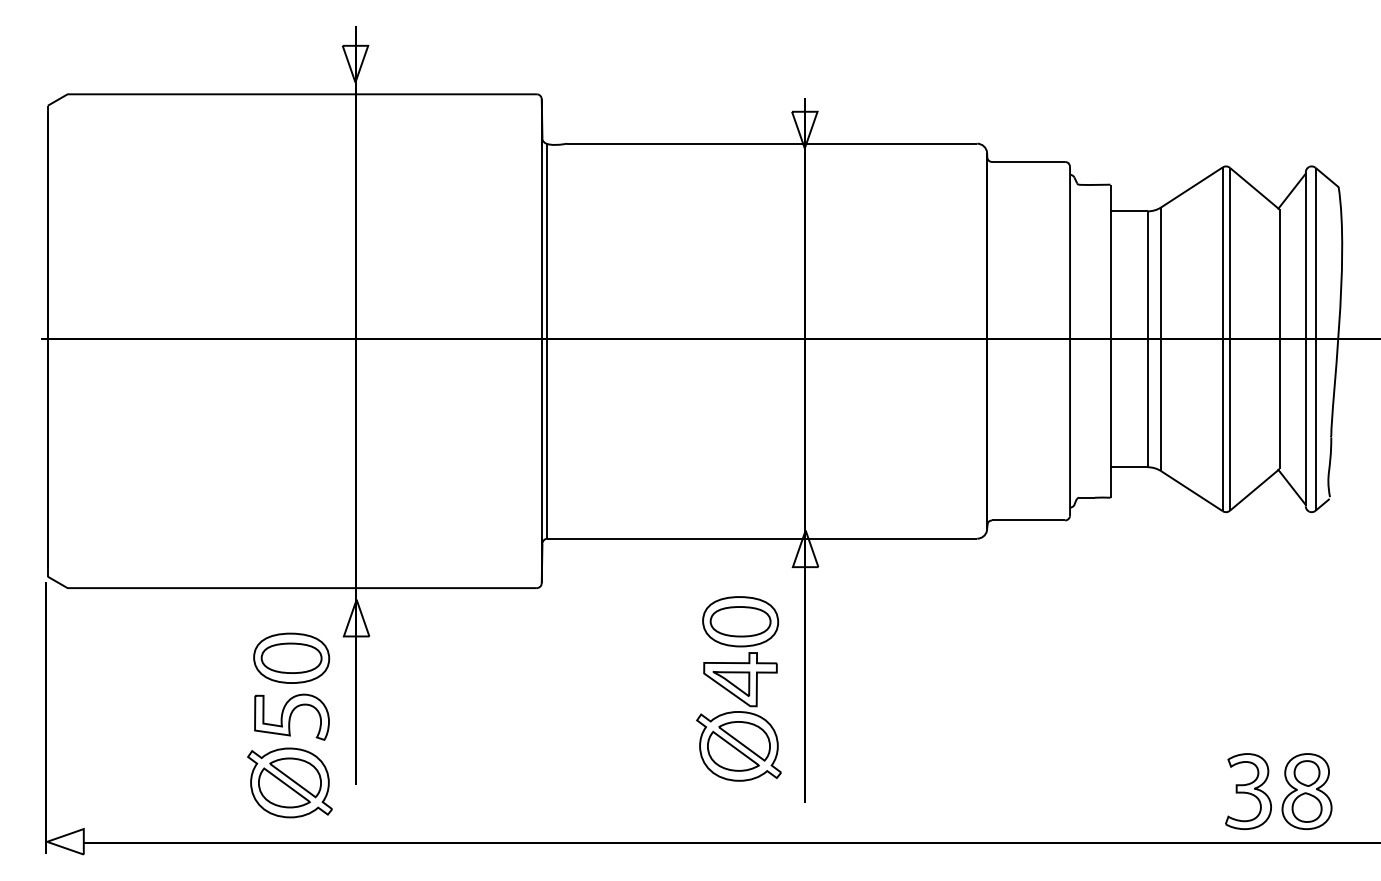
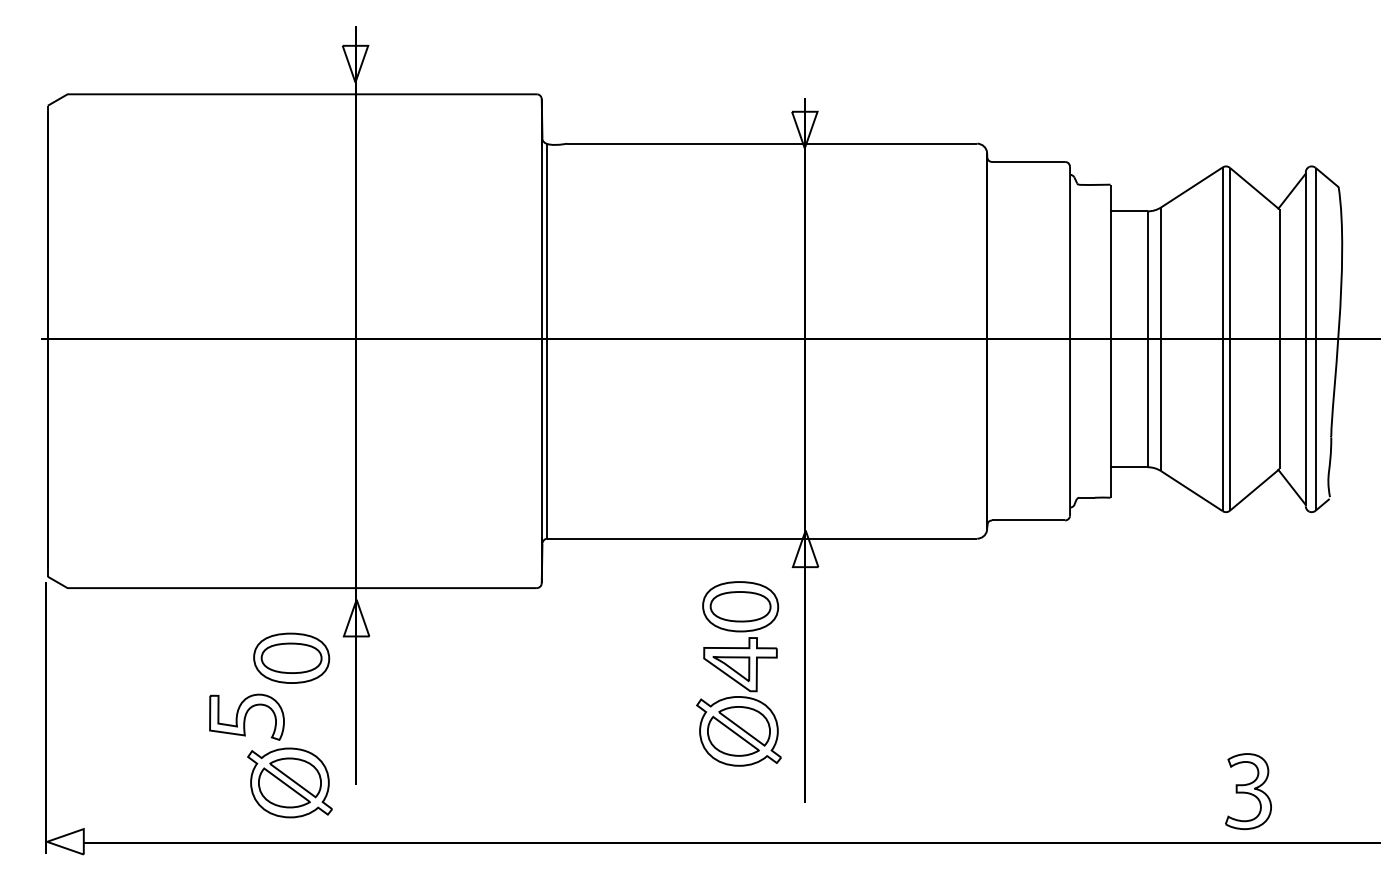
part at (738, 688) position: (738, 688) -> (738, 673)
part at (291, 716) position: (291, 716) -> (246, 716)
part at (1306, 791): present -> none
